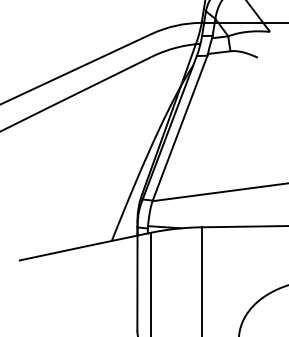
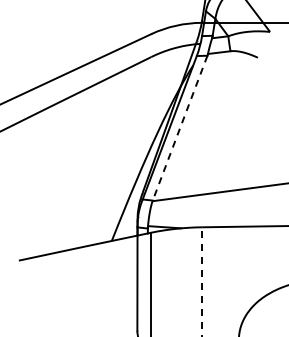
line at (179, 128): solid -> dashed
line at (202, 282): solid -> dashed
